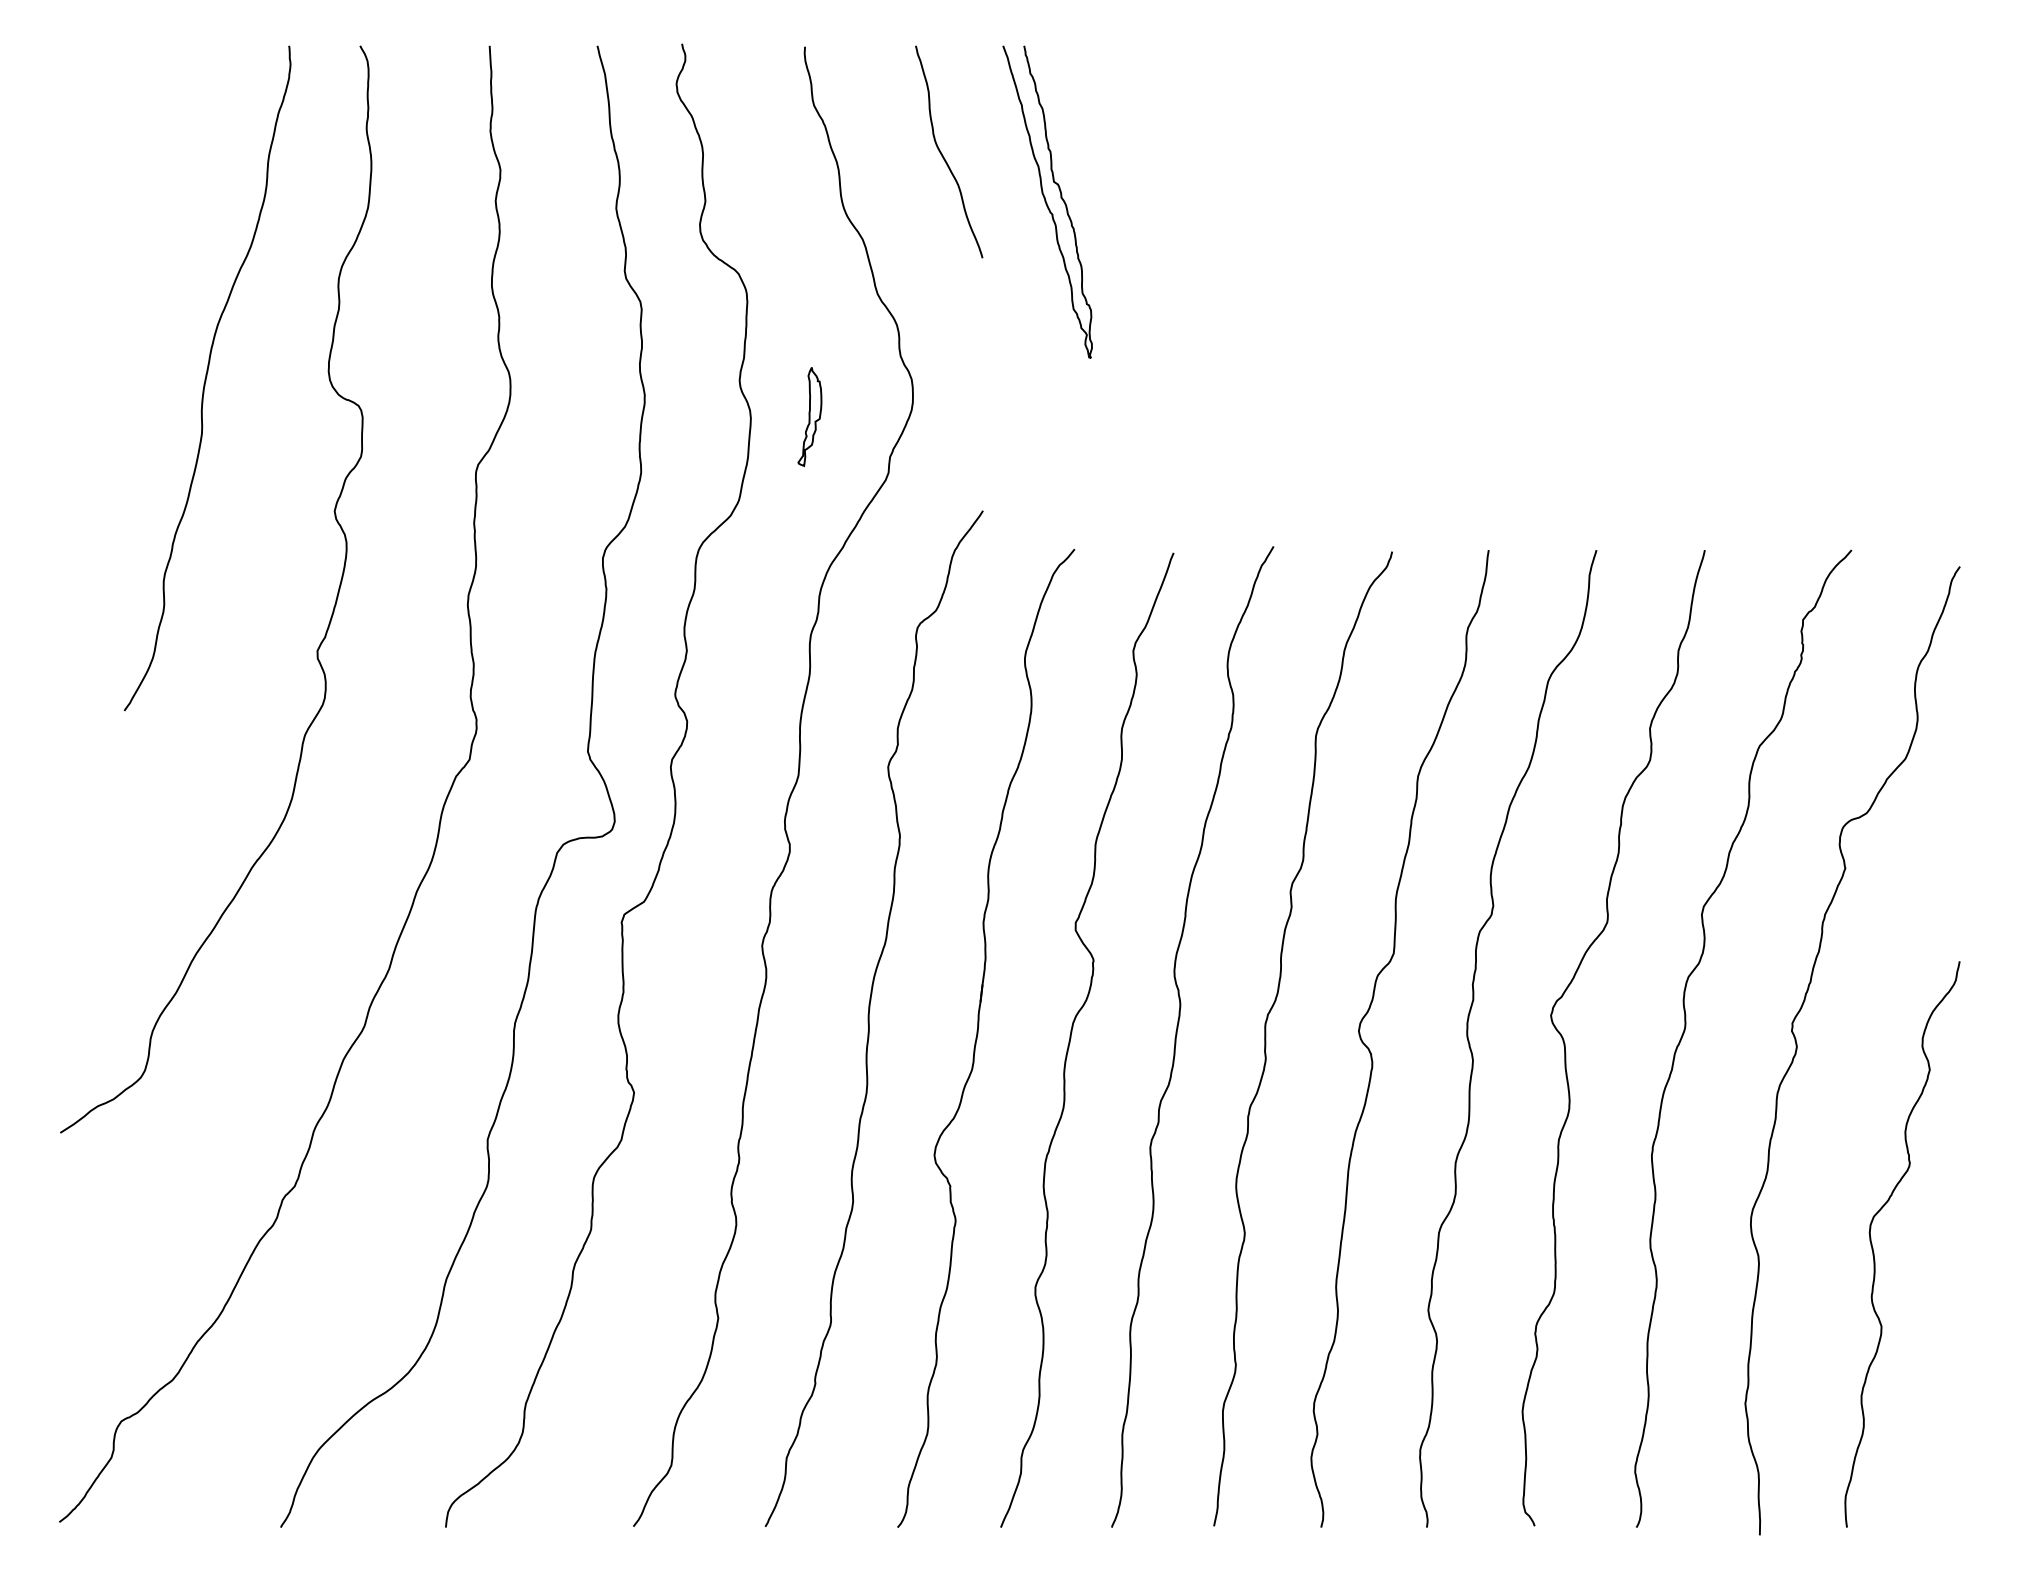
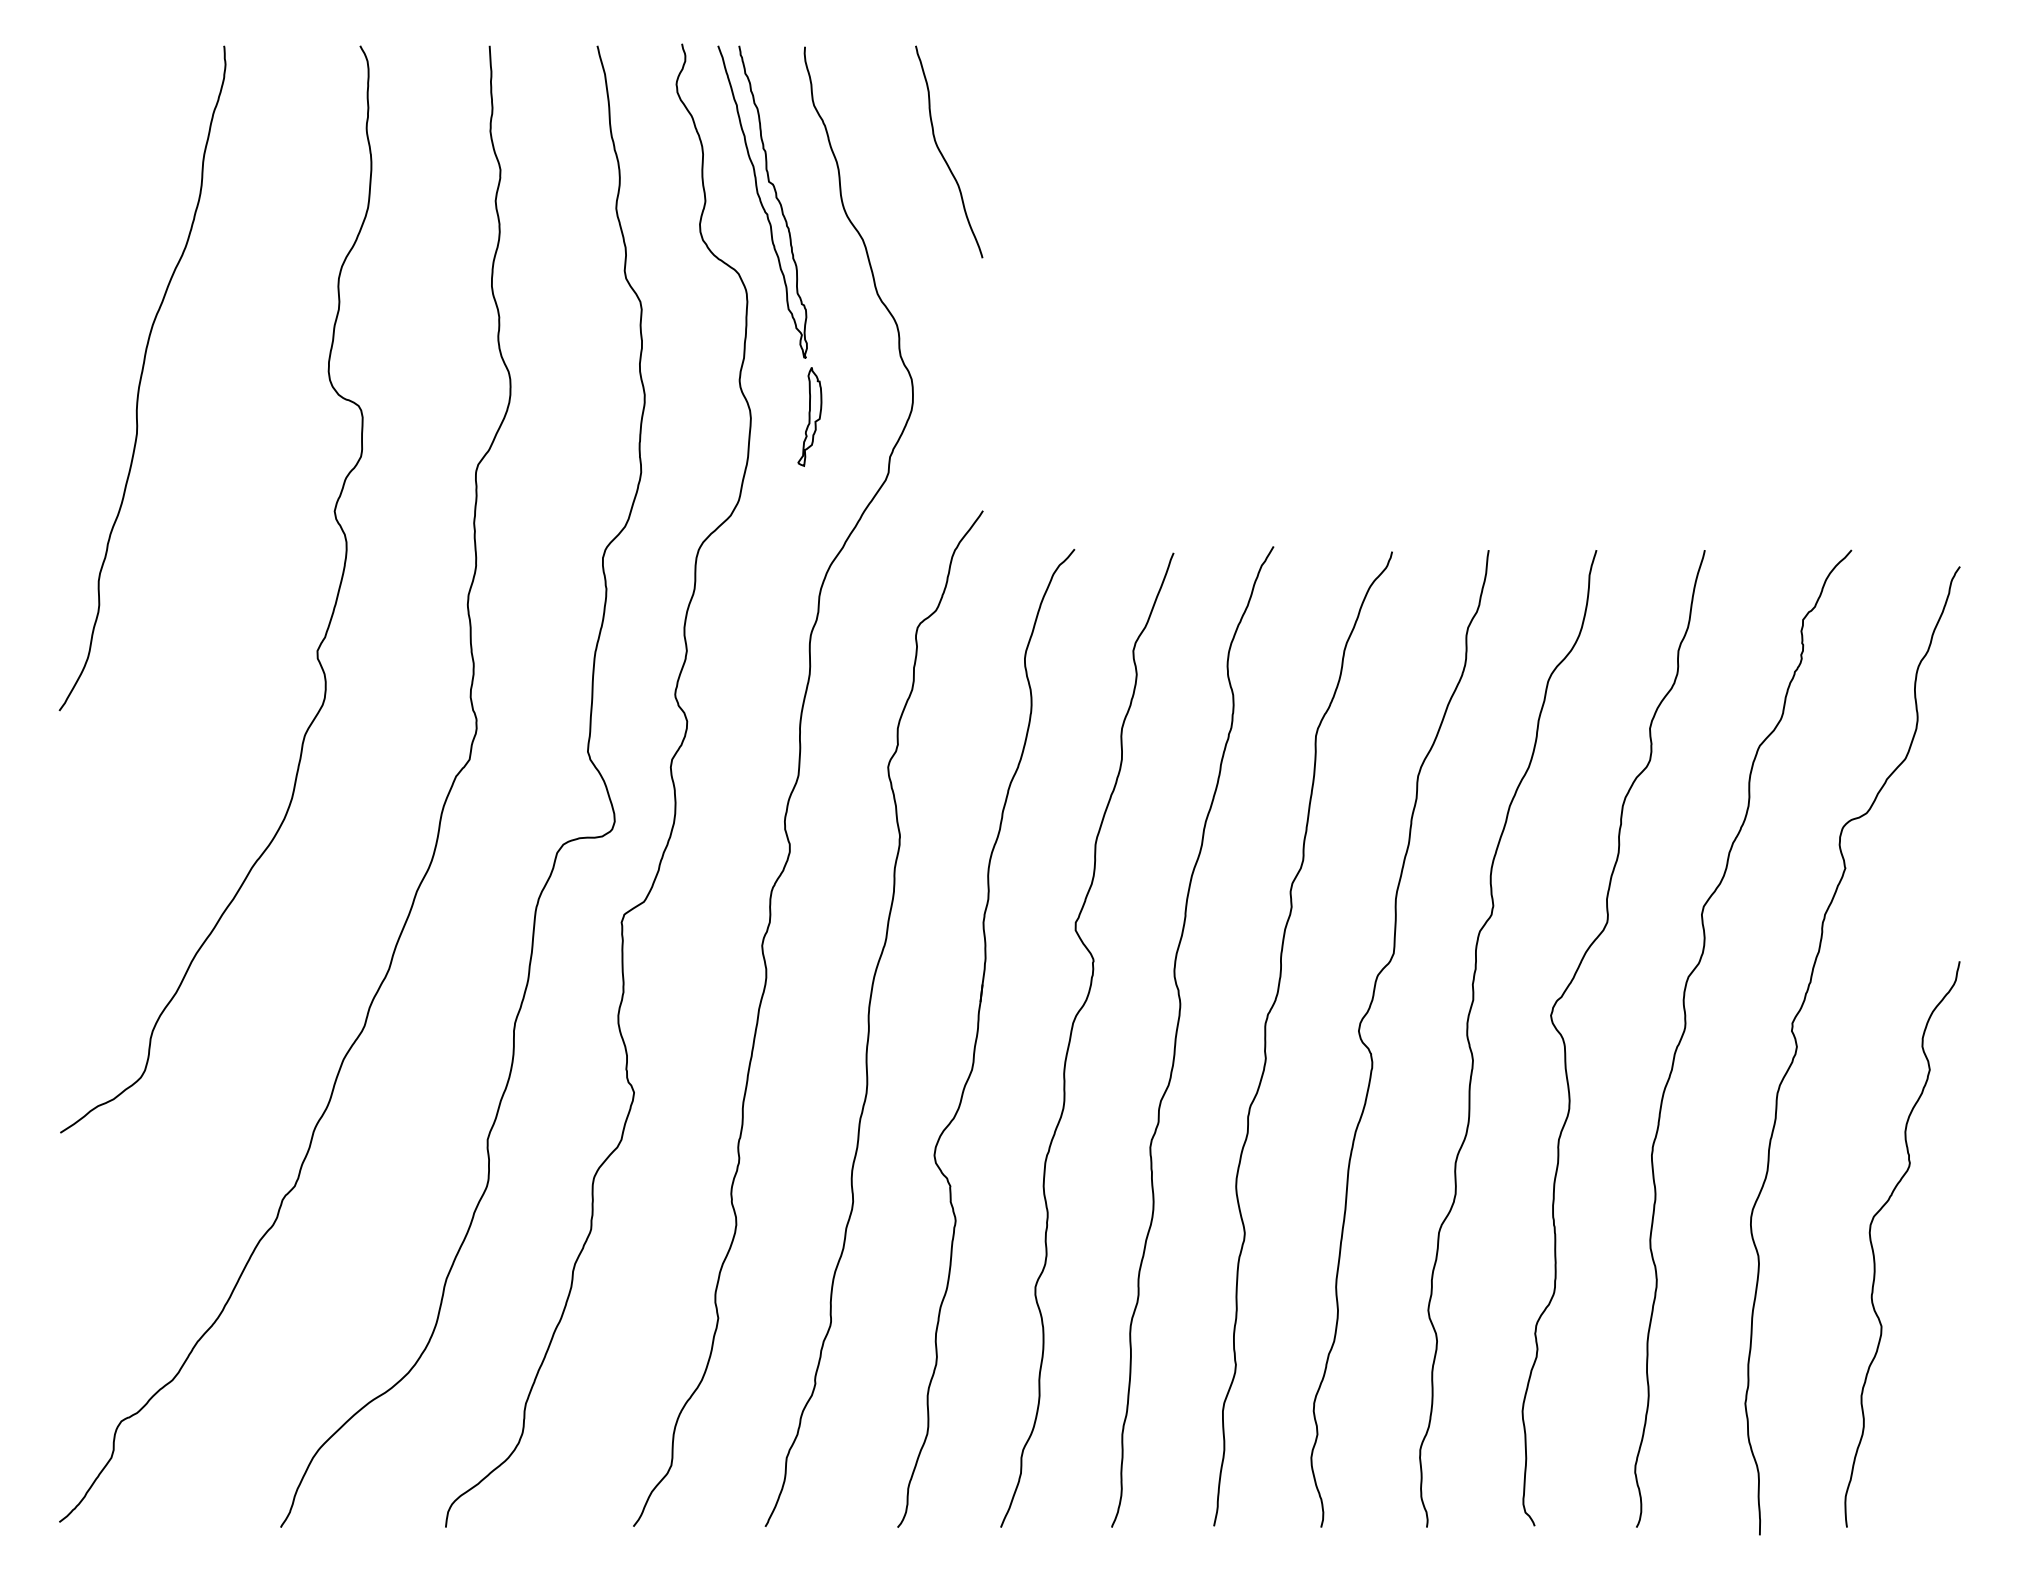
curve at (1046, 201) position: (1046, 201) -> (761, 201)
curve at (206, 378) position: (206, 378) -> (141, 378)
